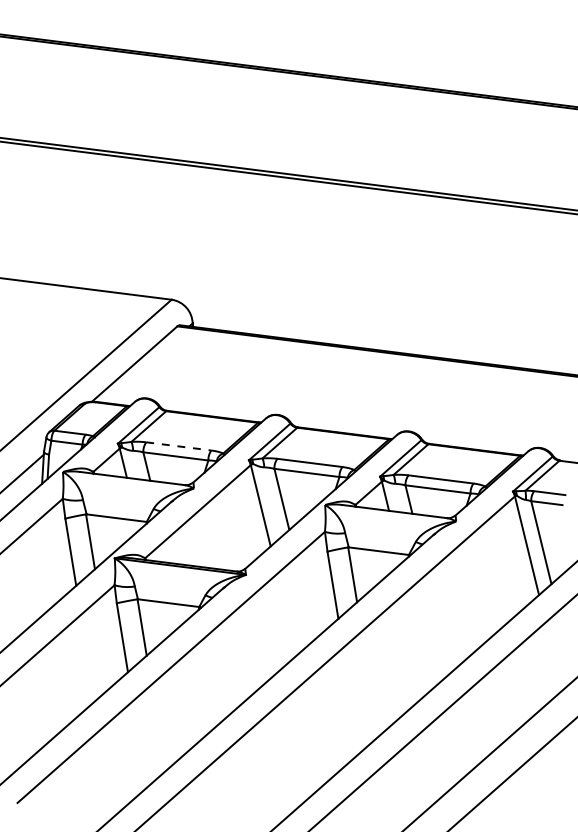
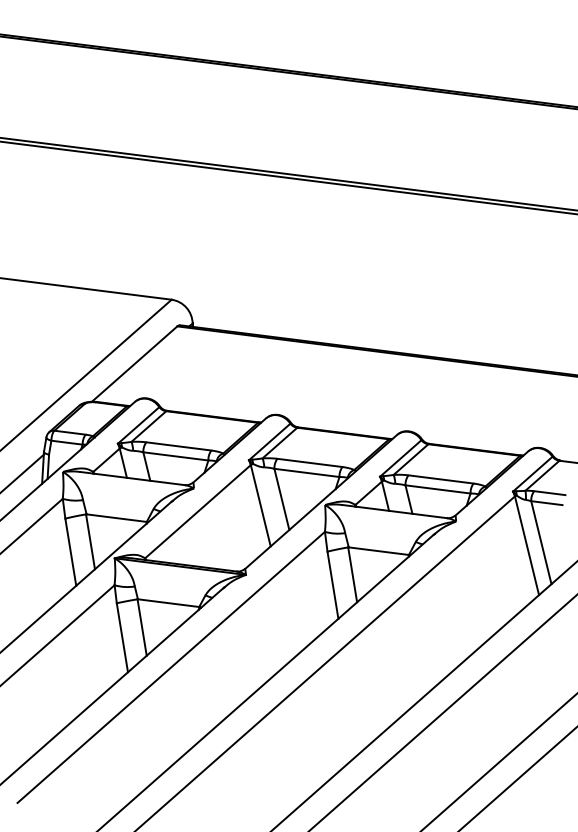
line at (178, 446): dashed -> solid
line at (489, 753) position: (489, 753) -> (499, 762)
line at (512, 773) position: (512, 773) -> (517, 778)
